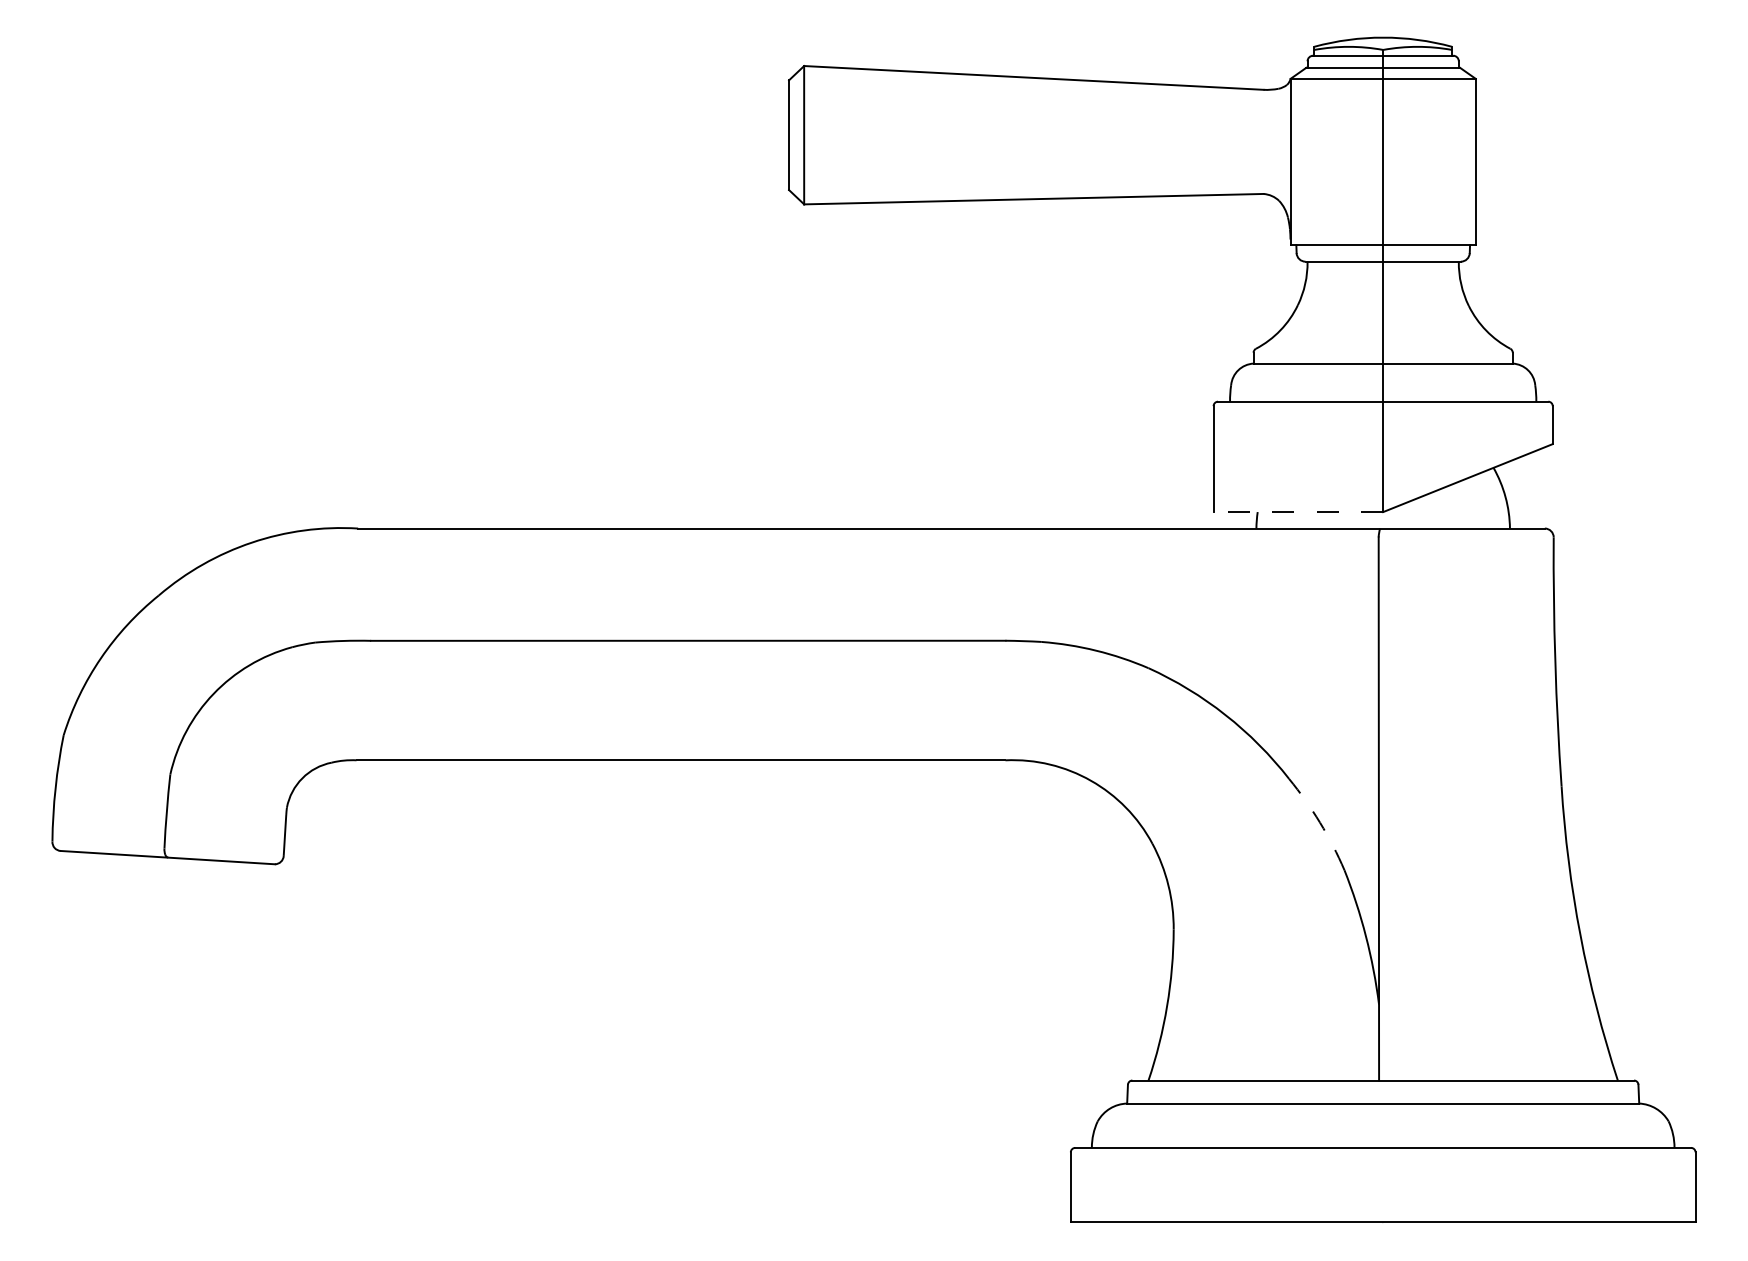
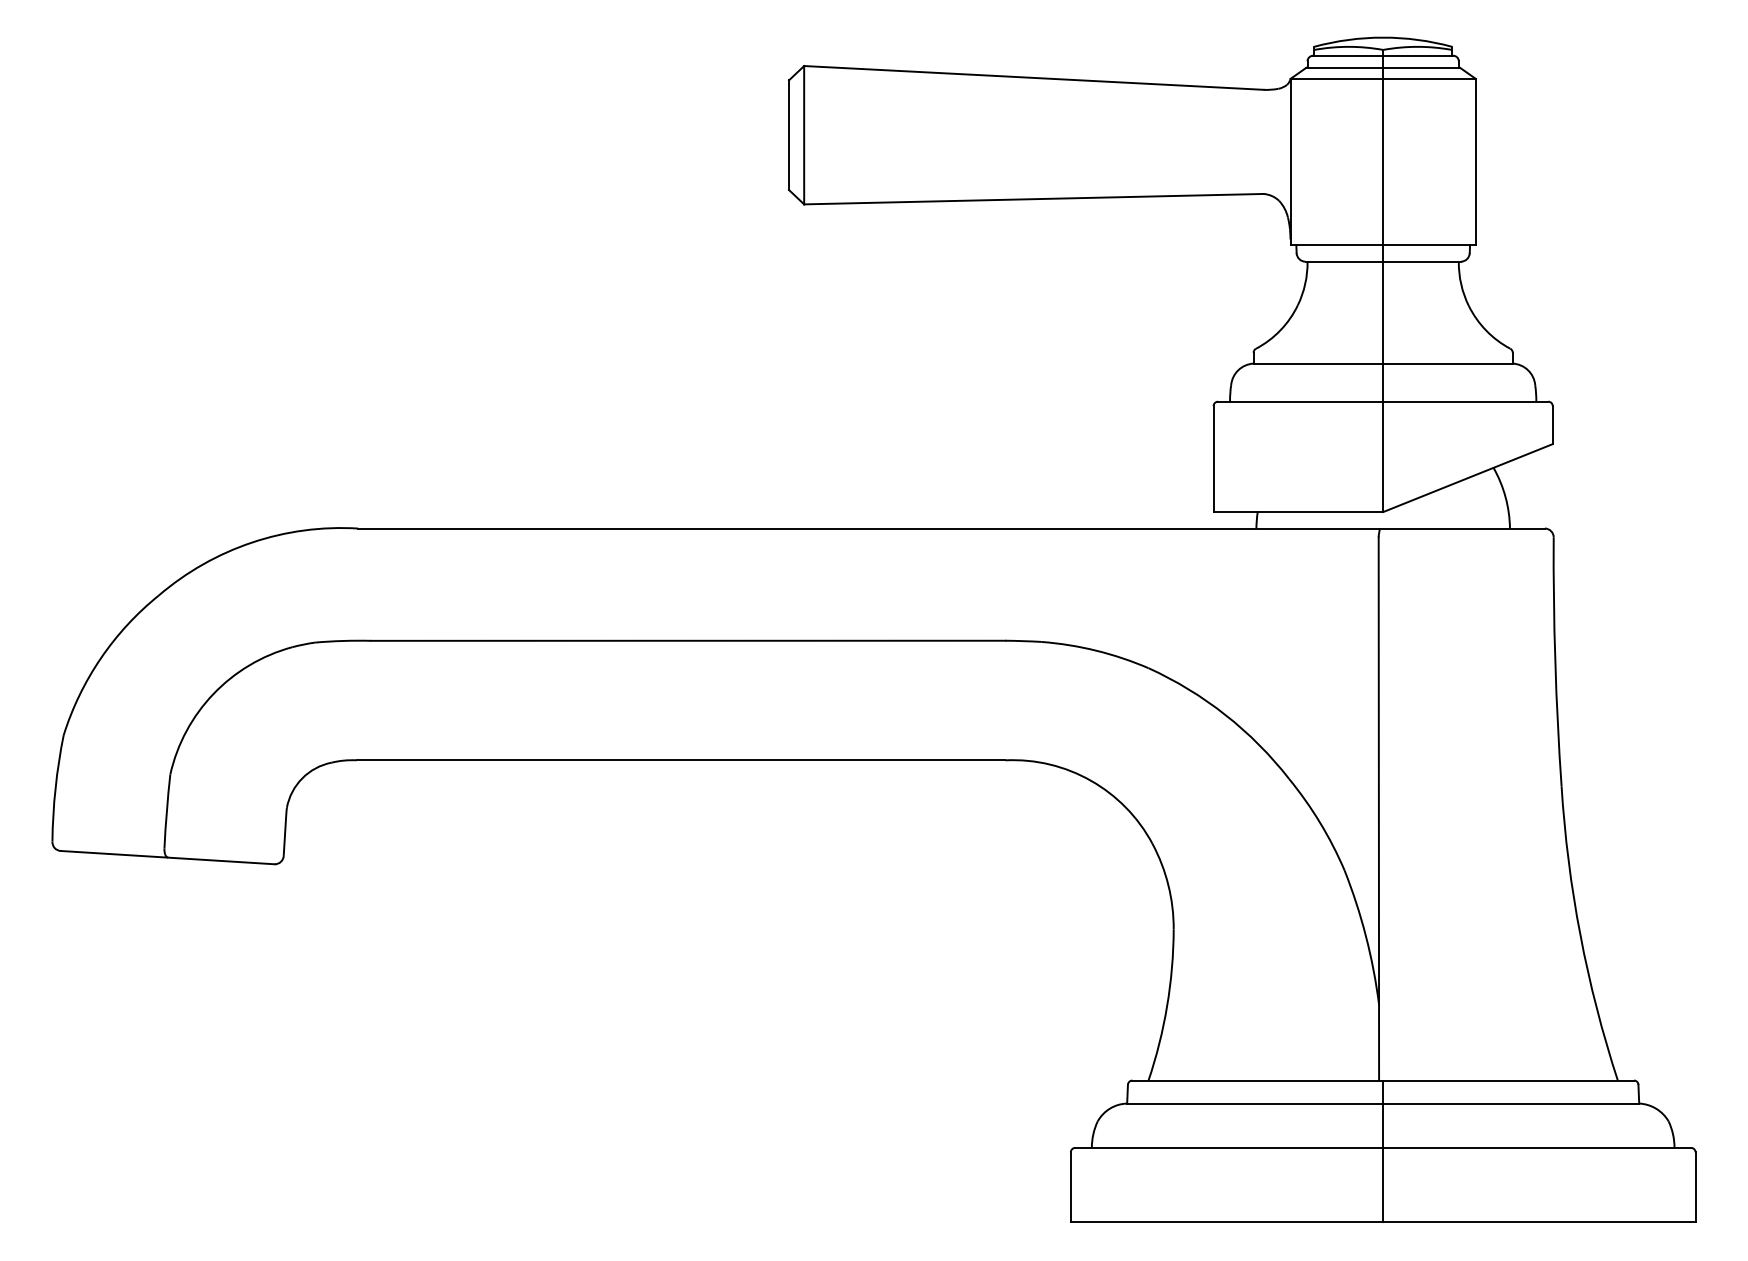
line at (1298, 512): dashed -> solid
arc at (1320, 822): dashed -> solid
line at (1383, 1151): none -> present
